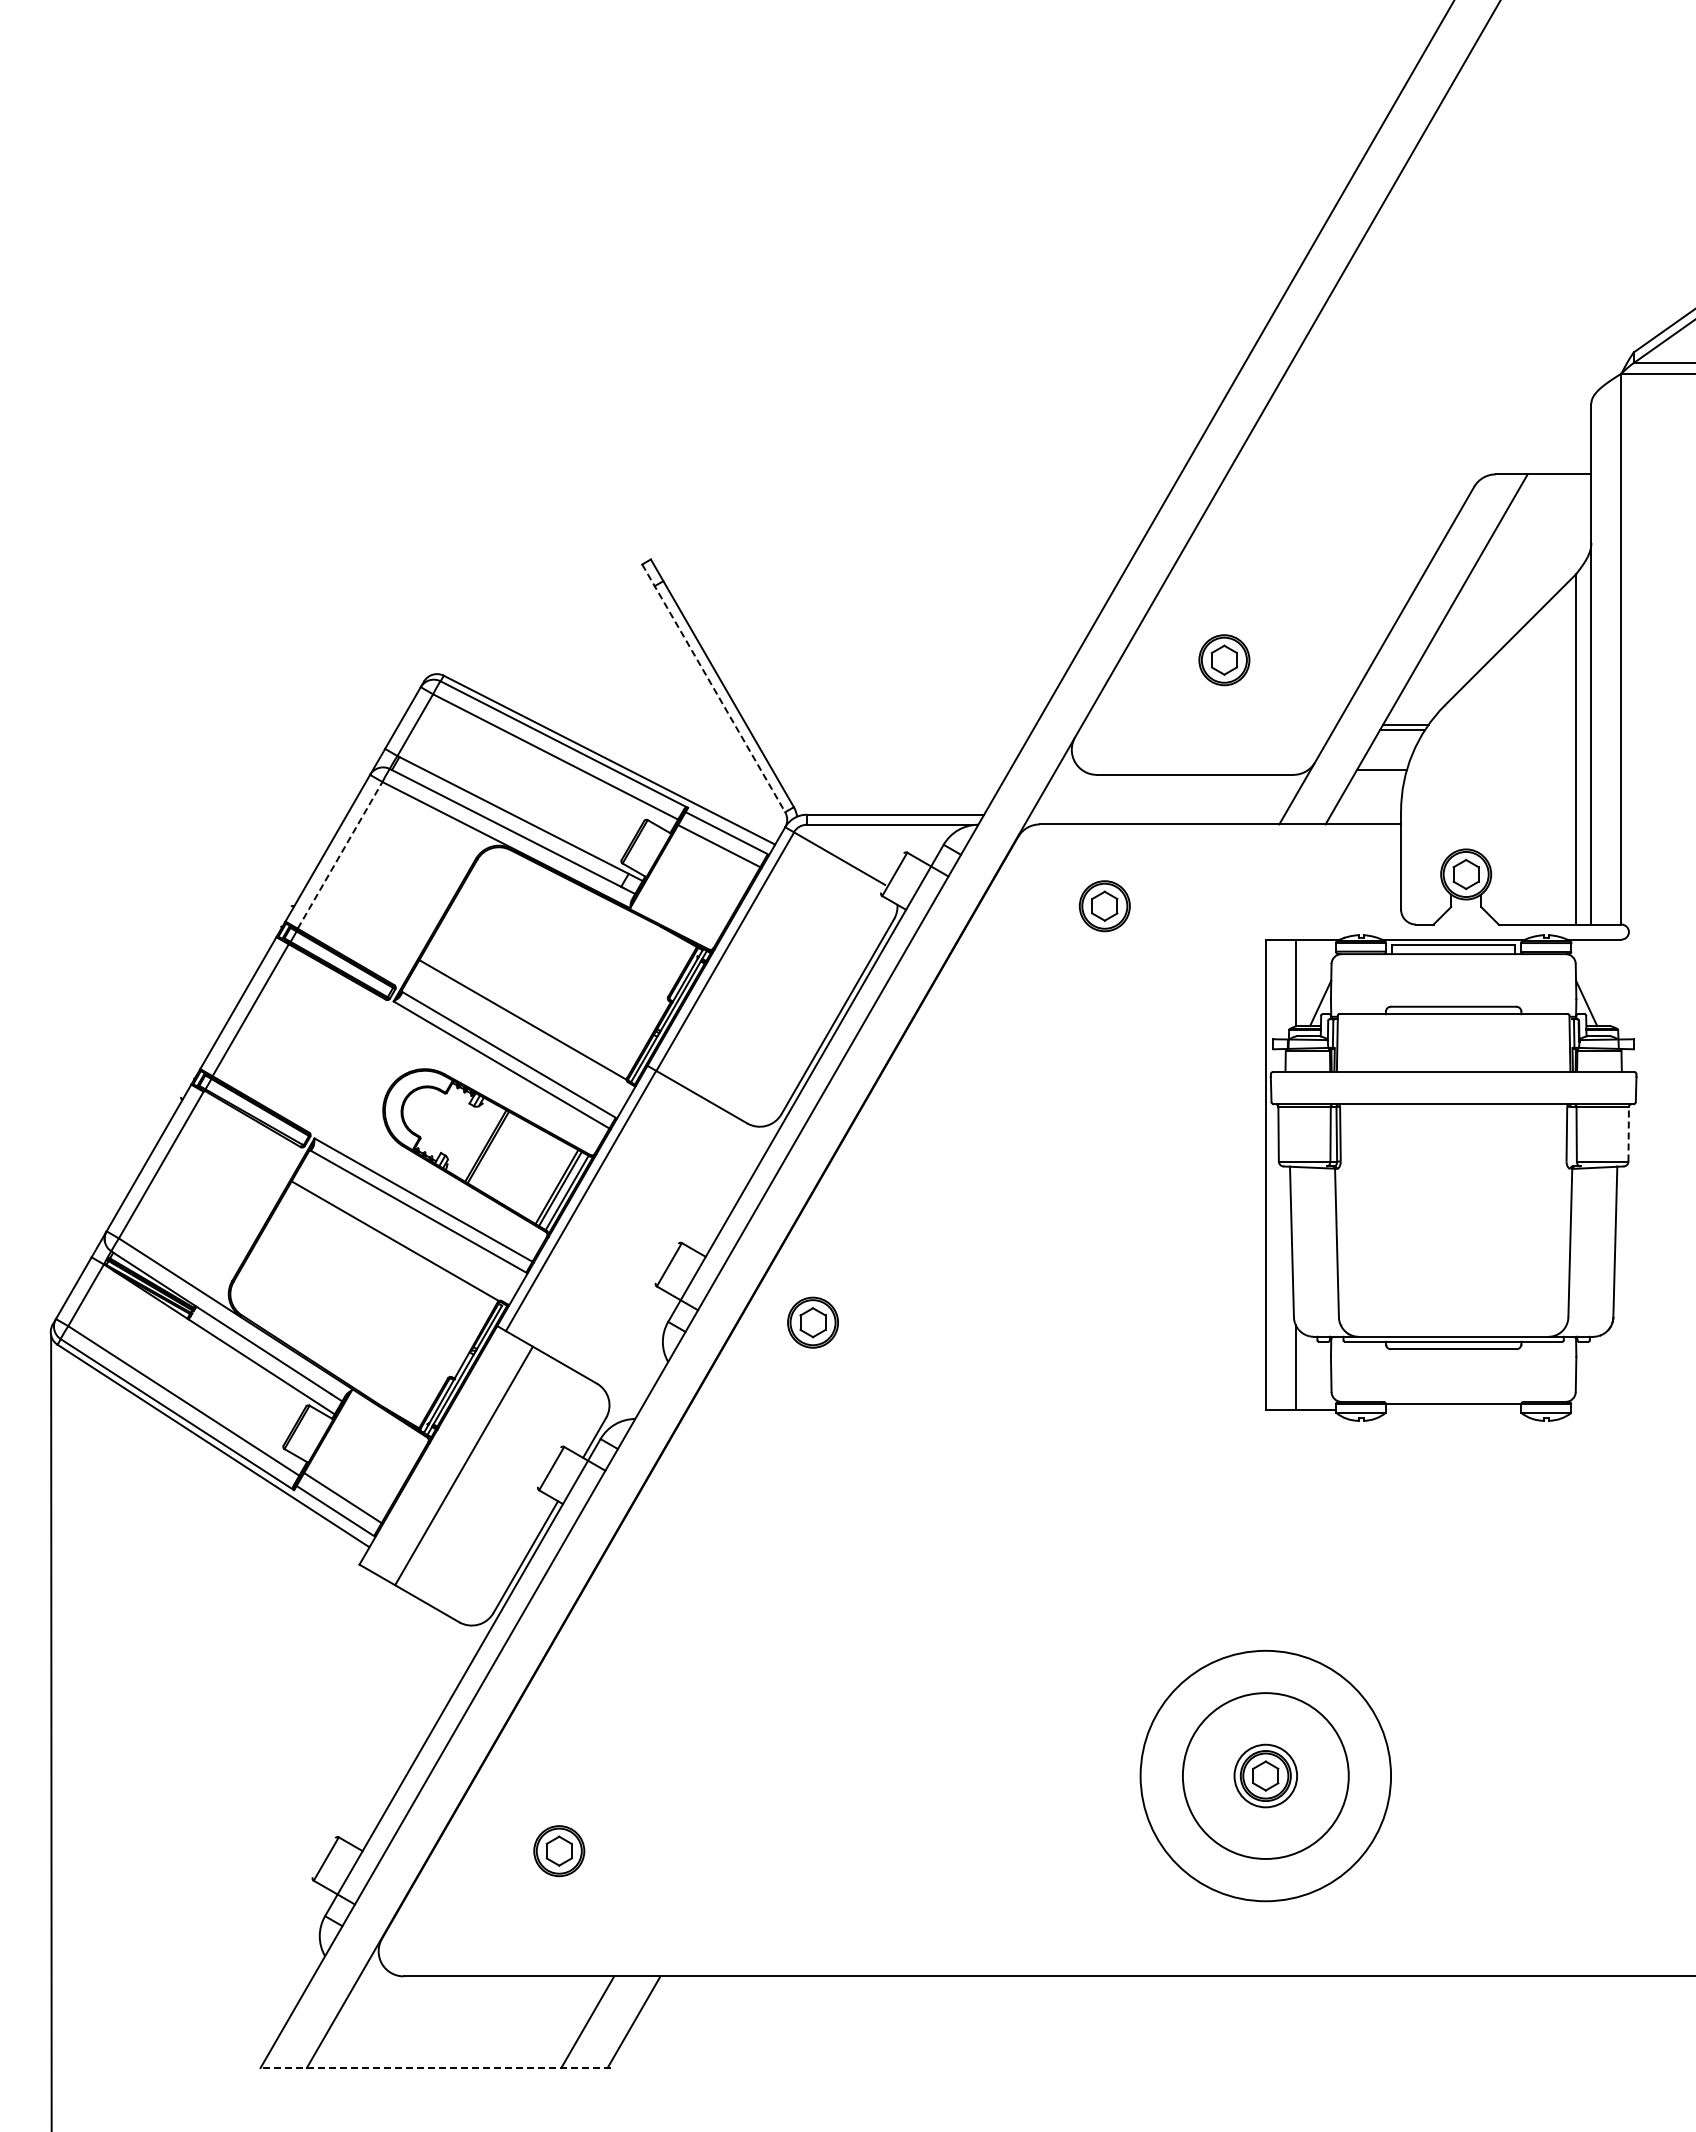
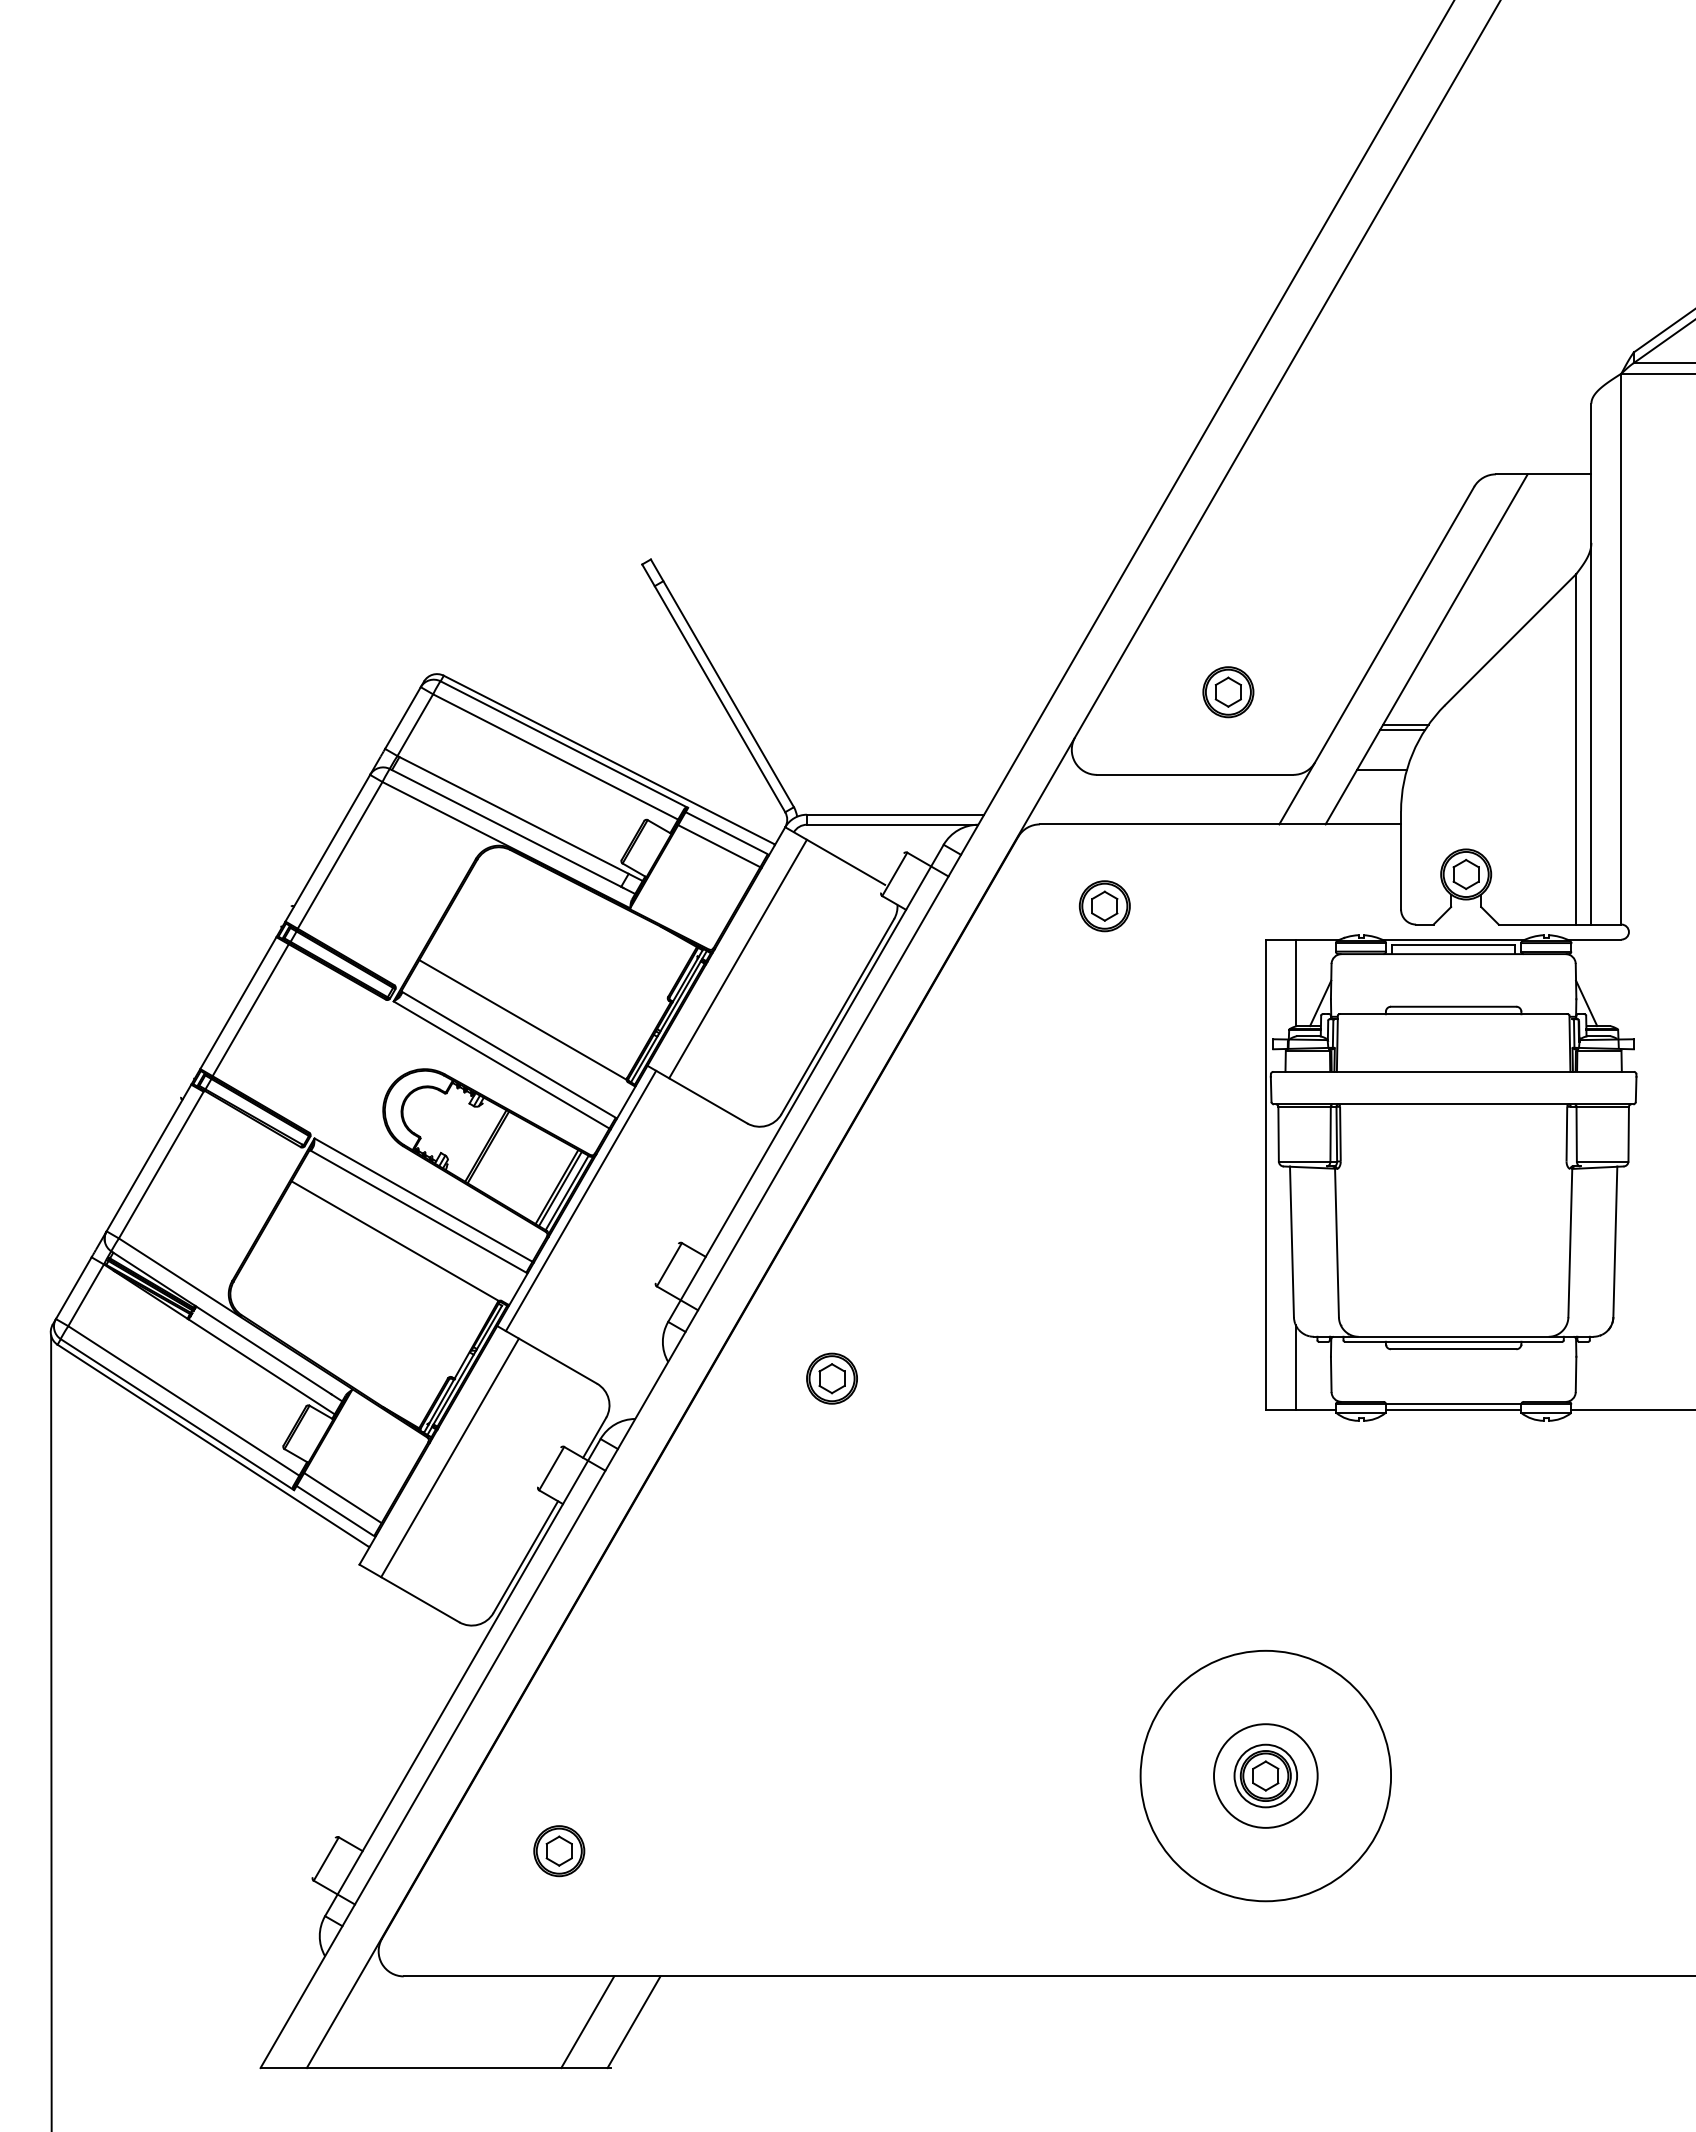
part at (1224, 660) position: (1224, 660) -> (1228, 692)
line at (713, 688): dashed -> solid
line at (340, 855): dashed -> solid
line at (724, 951) position: (724, 951) -> (737, 958)
line at (1628, 1133): dashed -> solid
part at (812, 1322) position: (812, 1322) -> (831, 1378)
line at (1453, 1410): none -> present
line at (1631, 1410): none -> present
line at (463, 1465) position: (463, 1465) -> (449, 1457)
circle at (1265, 1775) diameter: 166 px -> 104 px
line at (435, 2068): dashed -> solid
